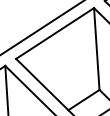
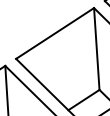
line at (41, 27): present -> none
